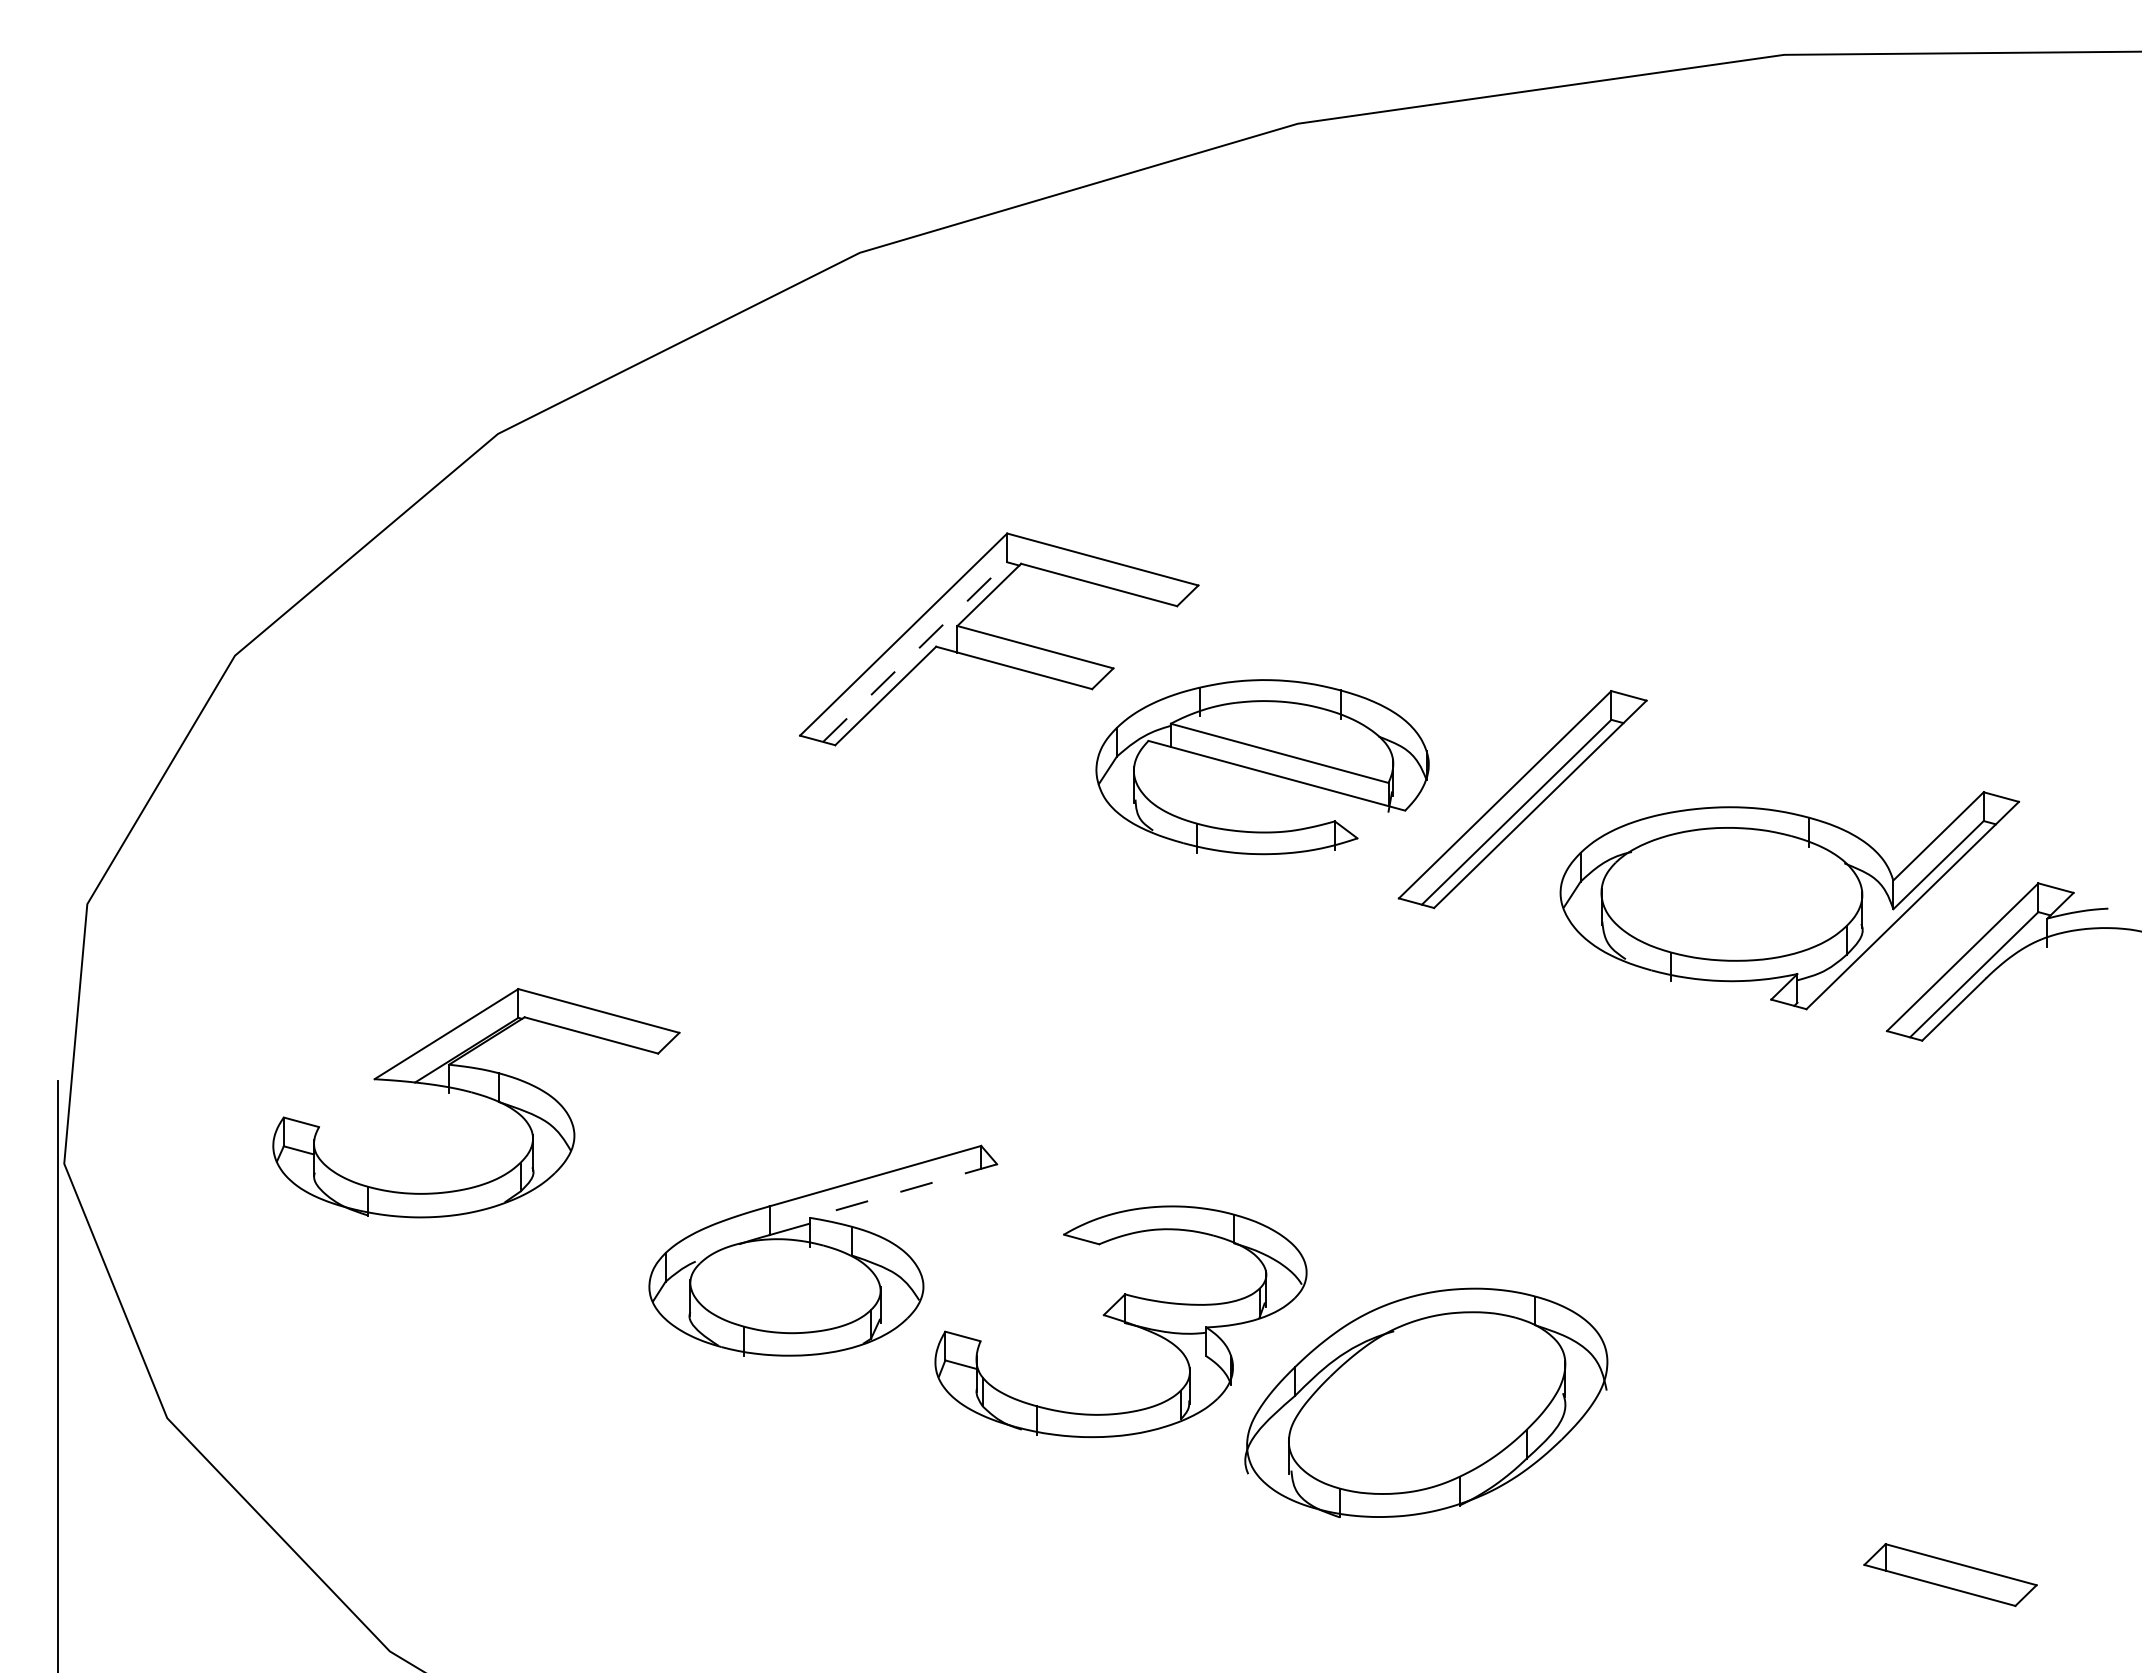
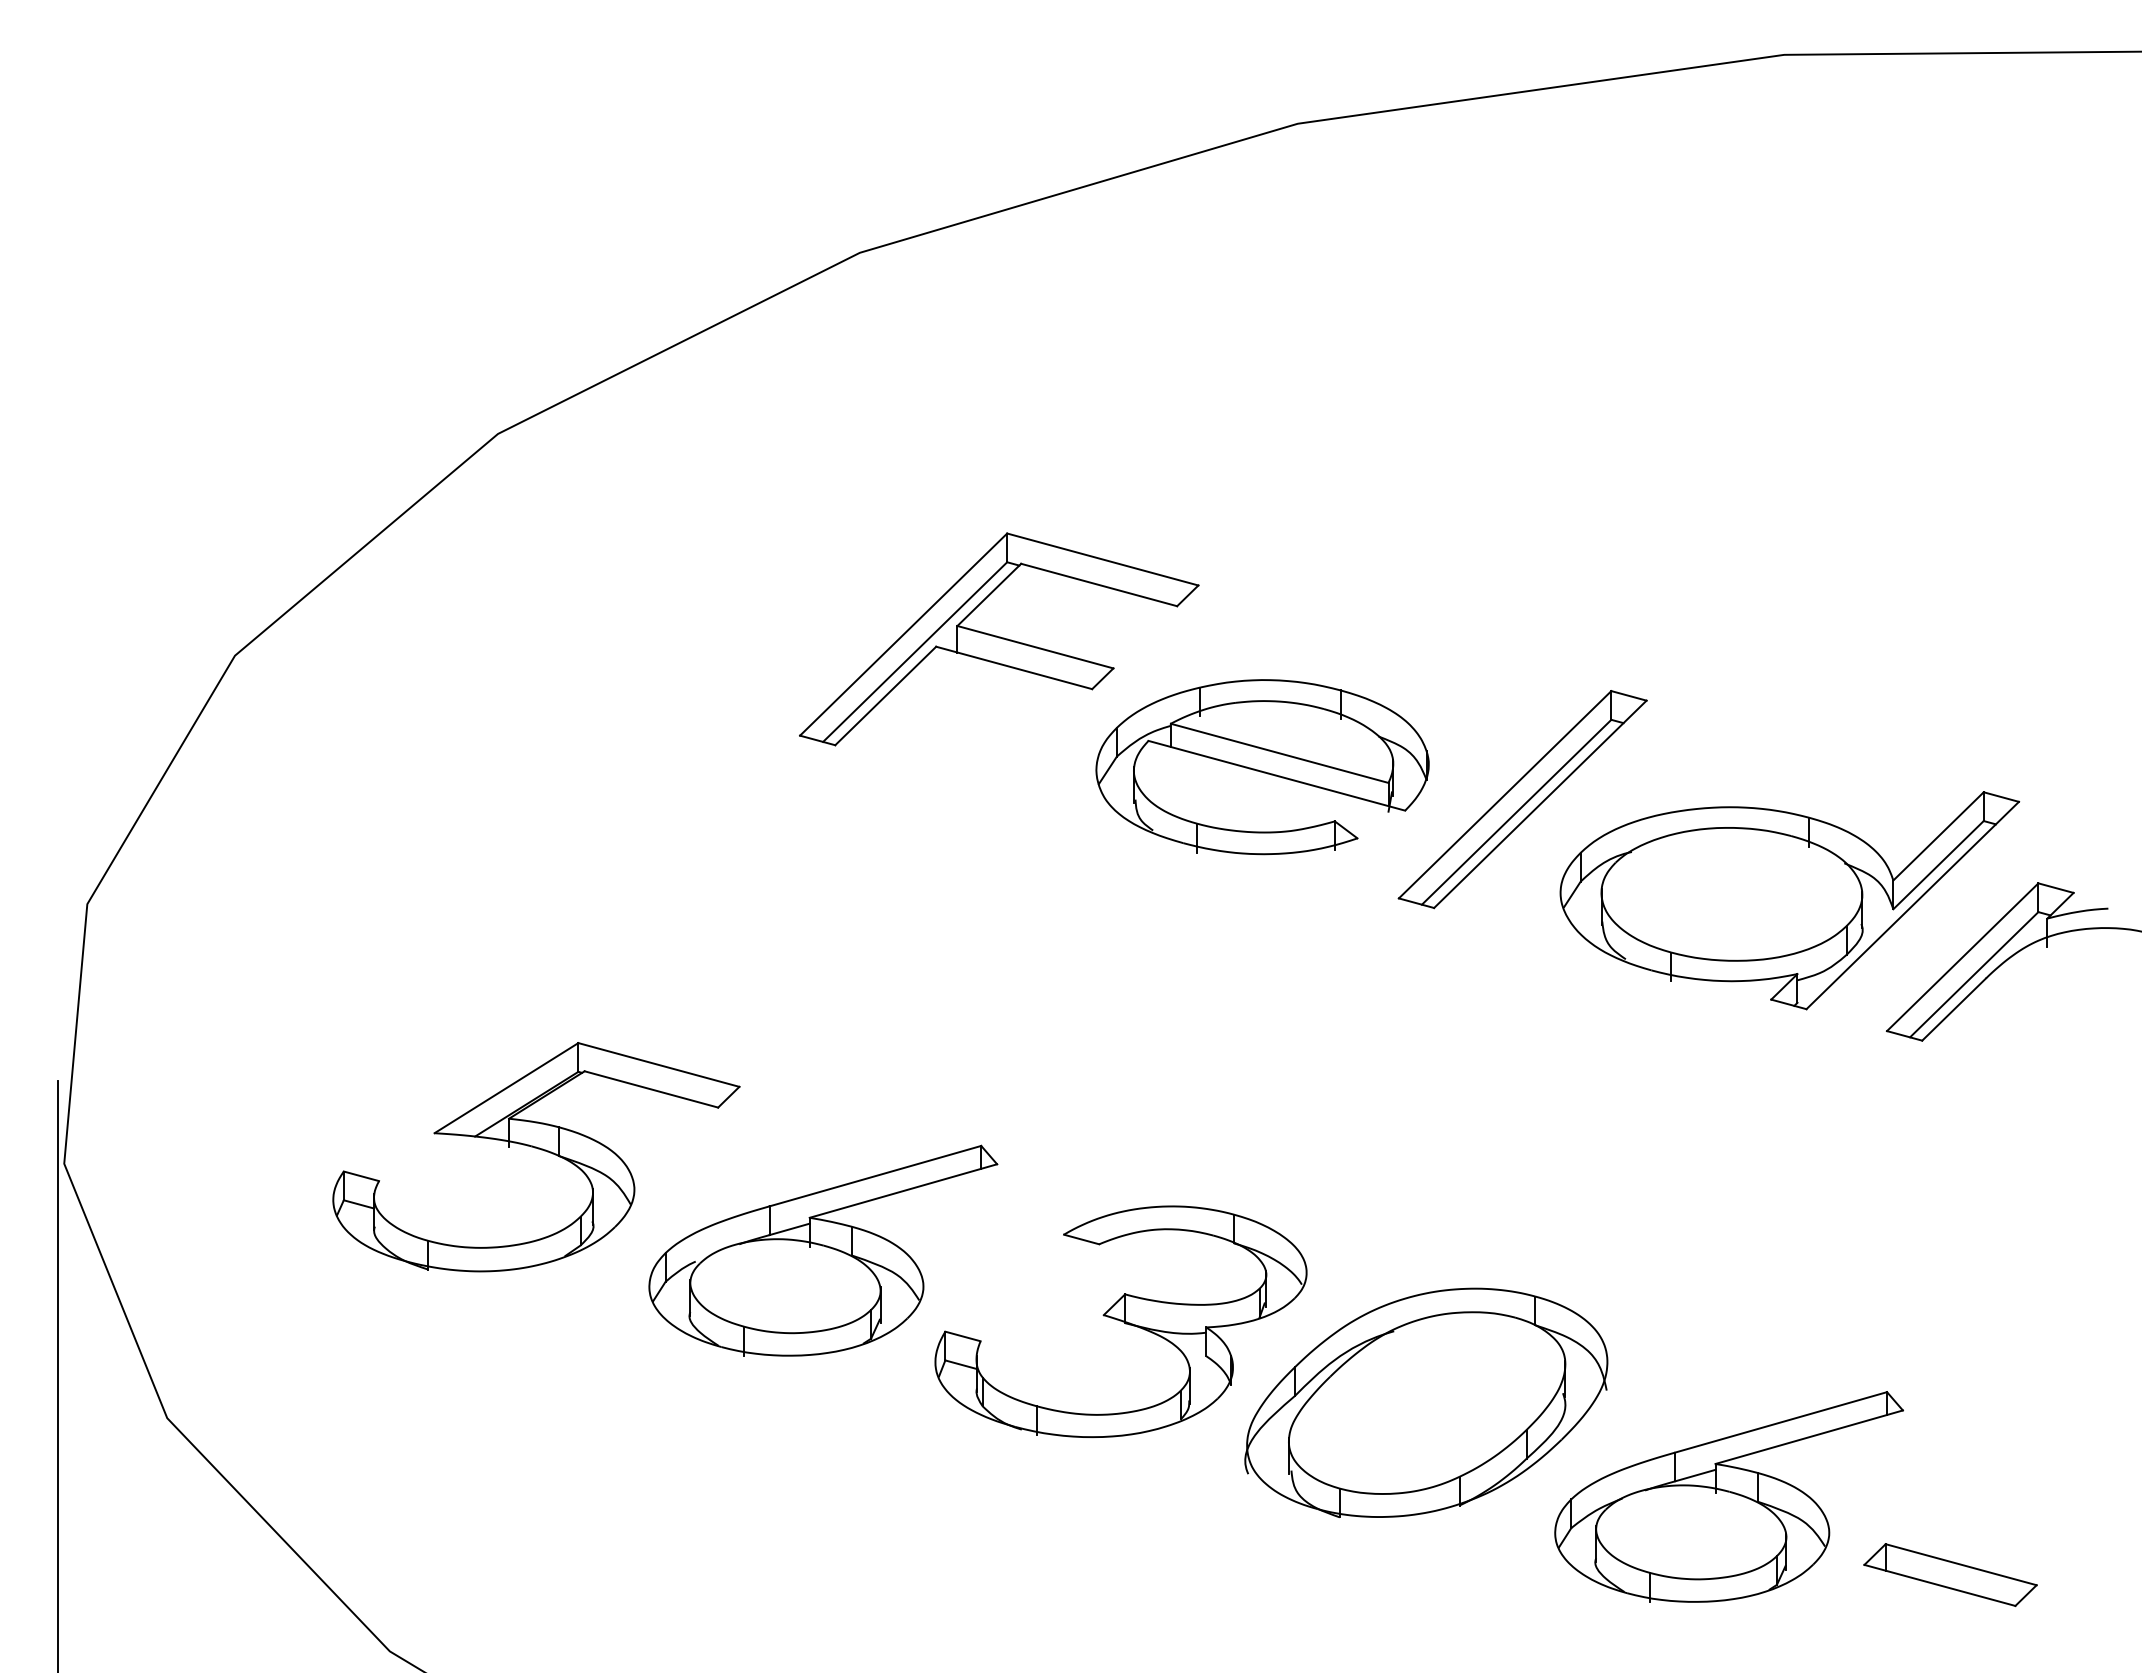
line at (915, 652): dashed -> solid
part at (478, 1095) position: (478, 1095) -> (538, 1149)
line at (902, 1191): dashed -> solid
part at (1728, 1496): none -> present
